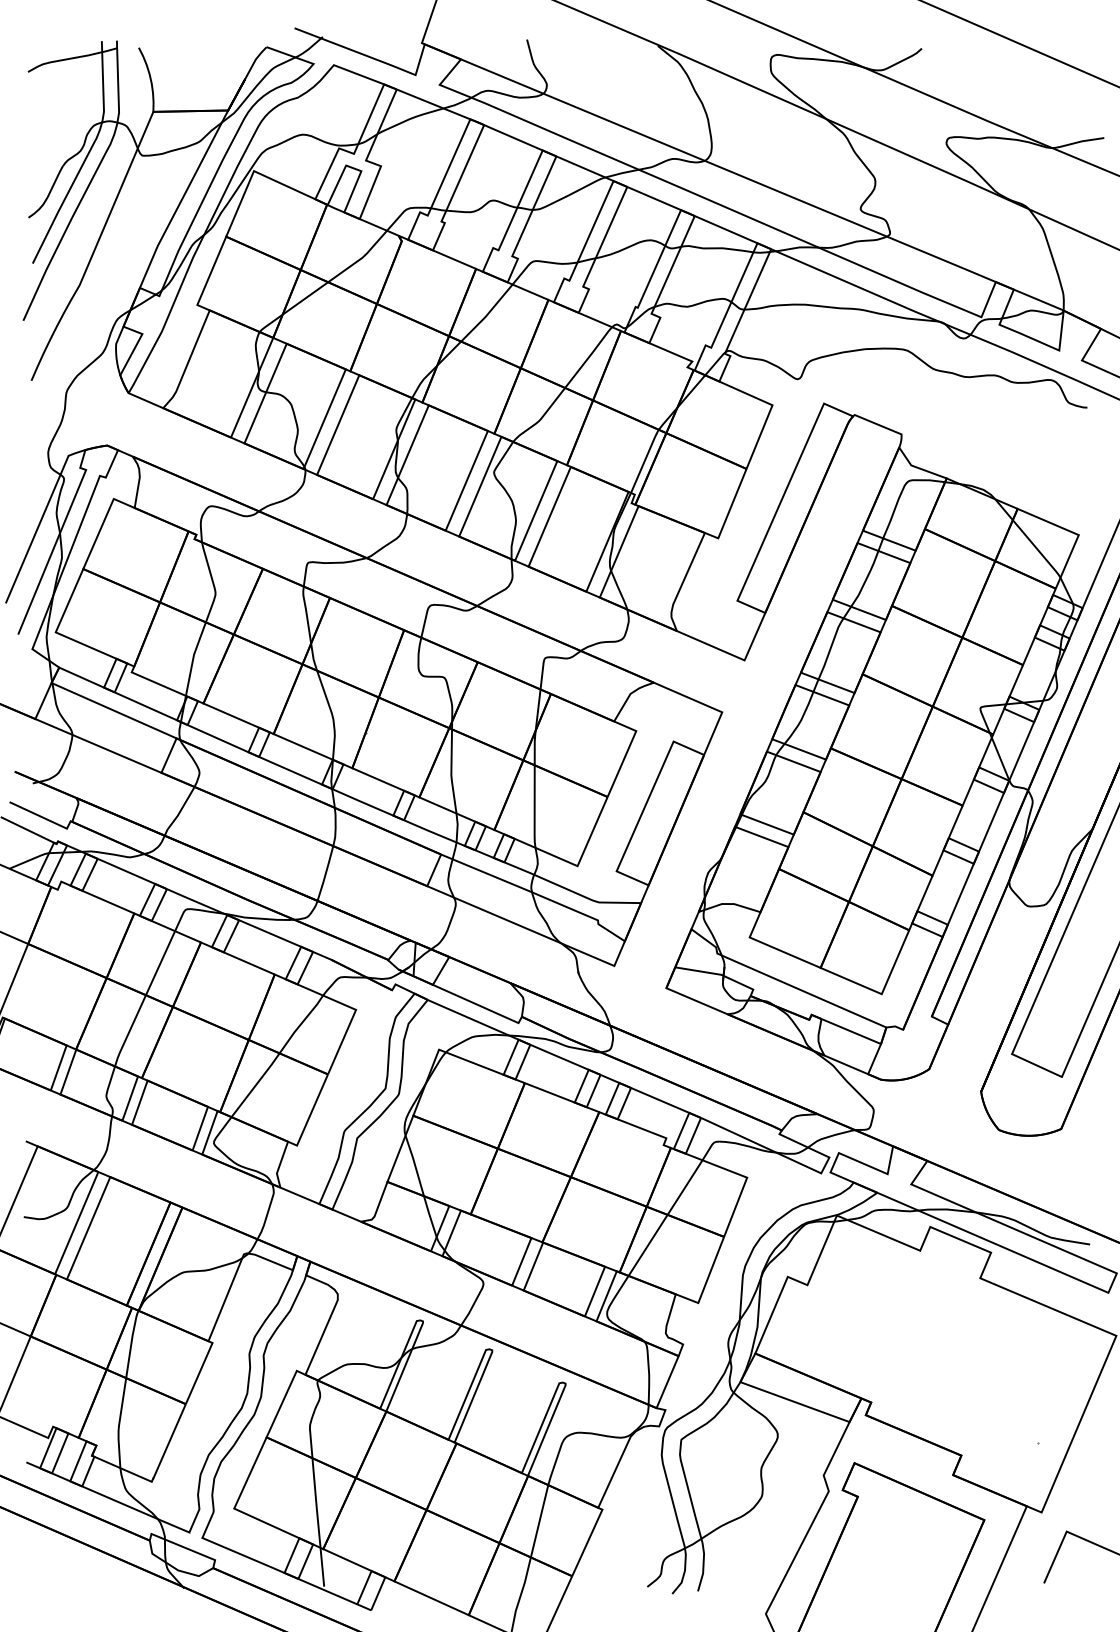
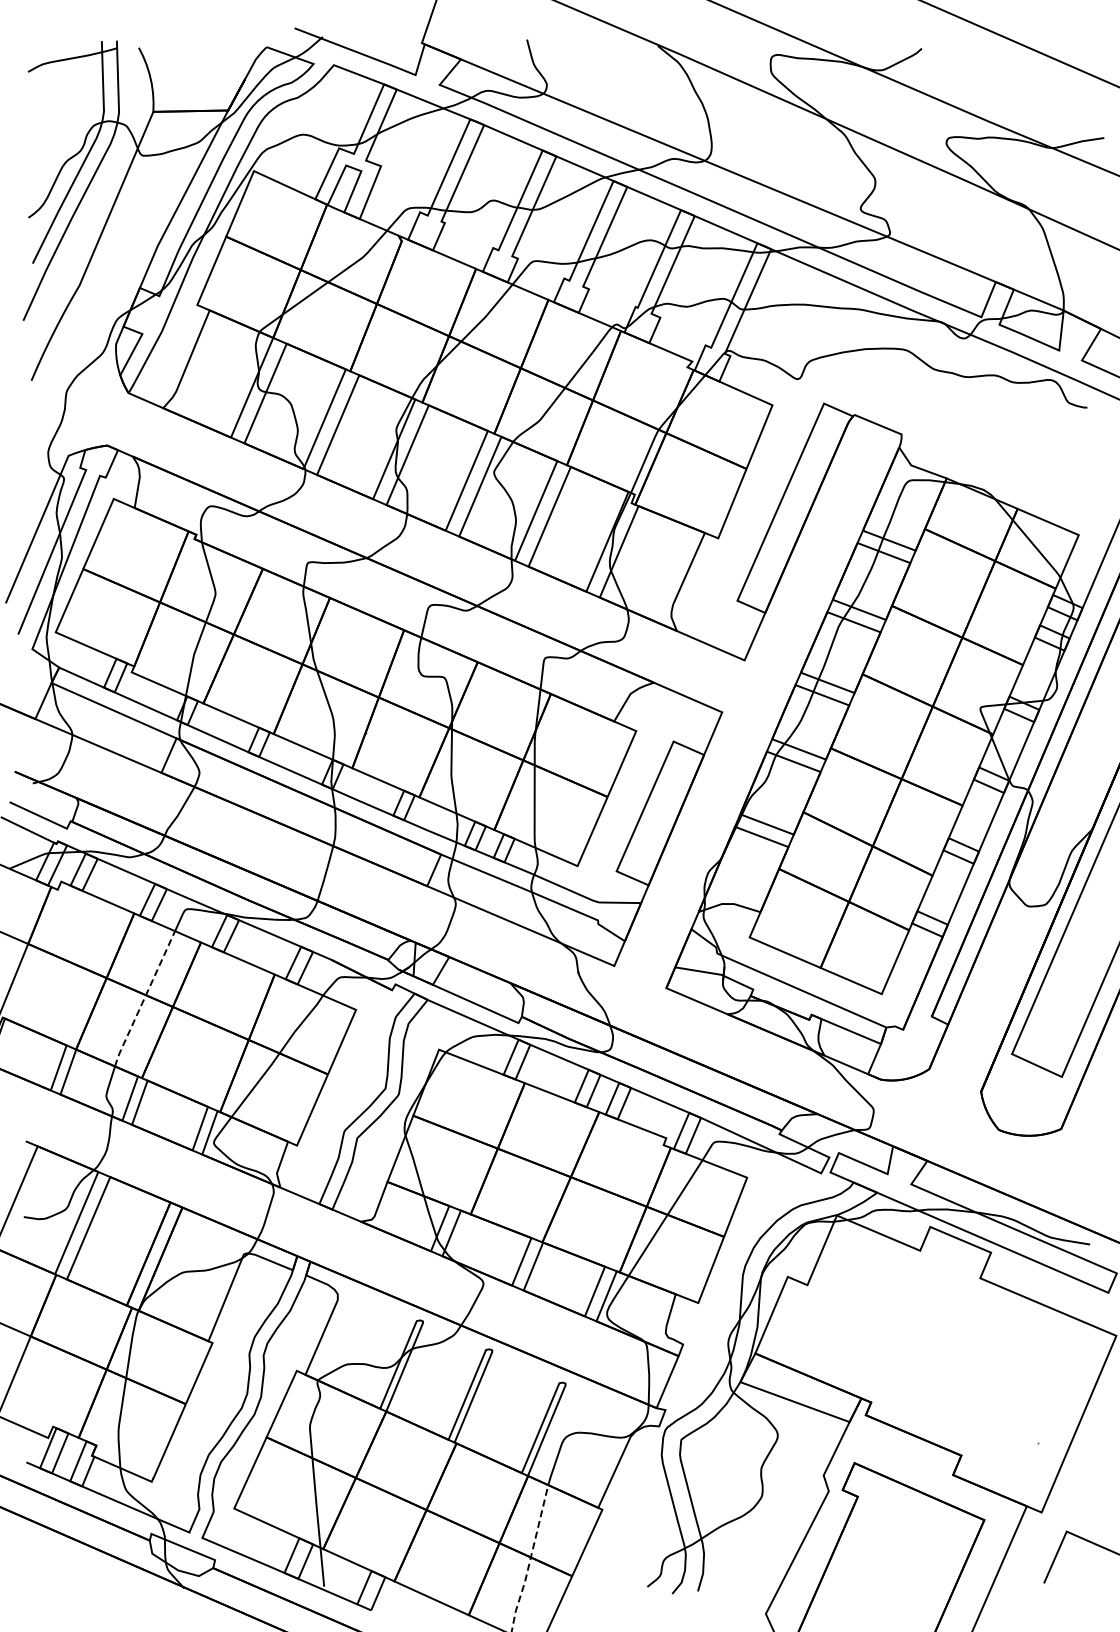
line at (144, 999): solid -> dashed
line at (530, 1559): solid -> dashed
